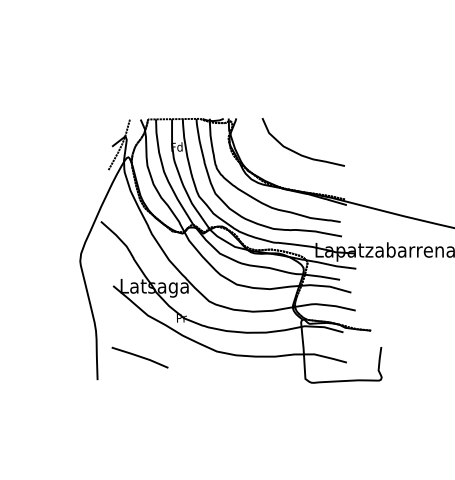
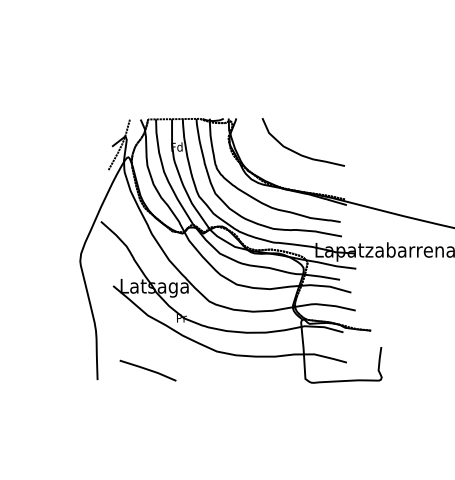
line at (139, 357) position: (139, 357) -> (147, 370)
